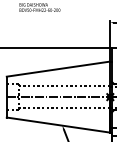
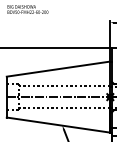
text at (39, 7) position: (39, 7) -> (27, 9)
